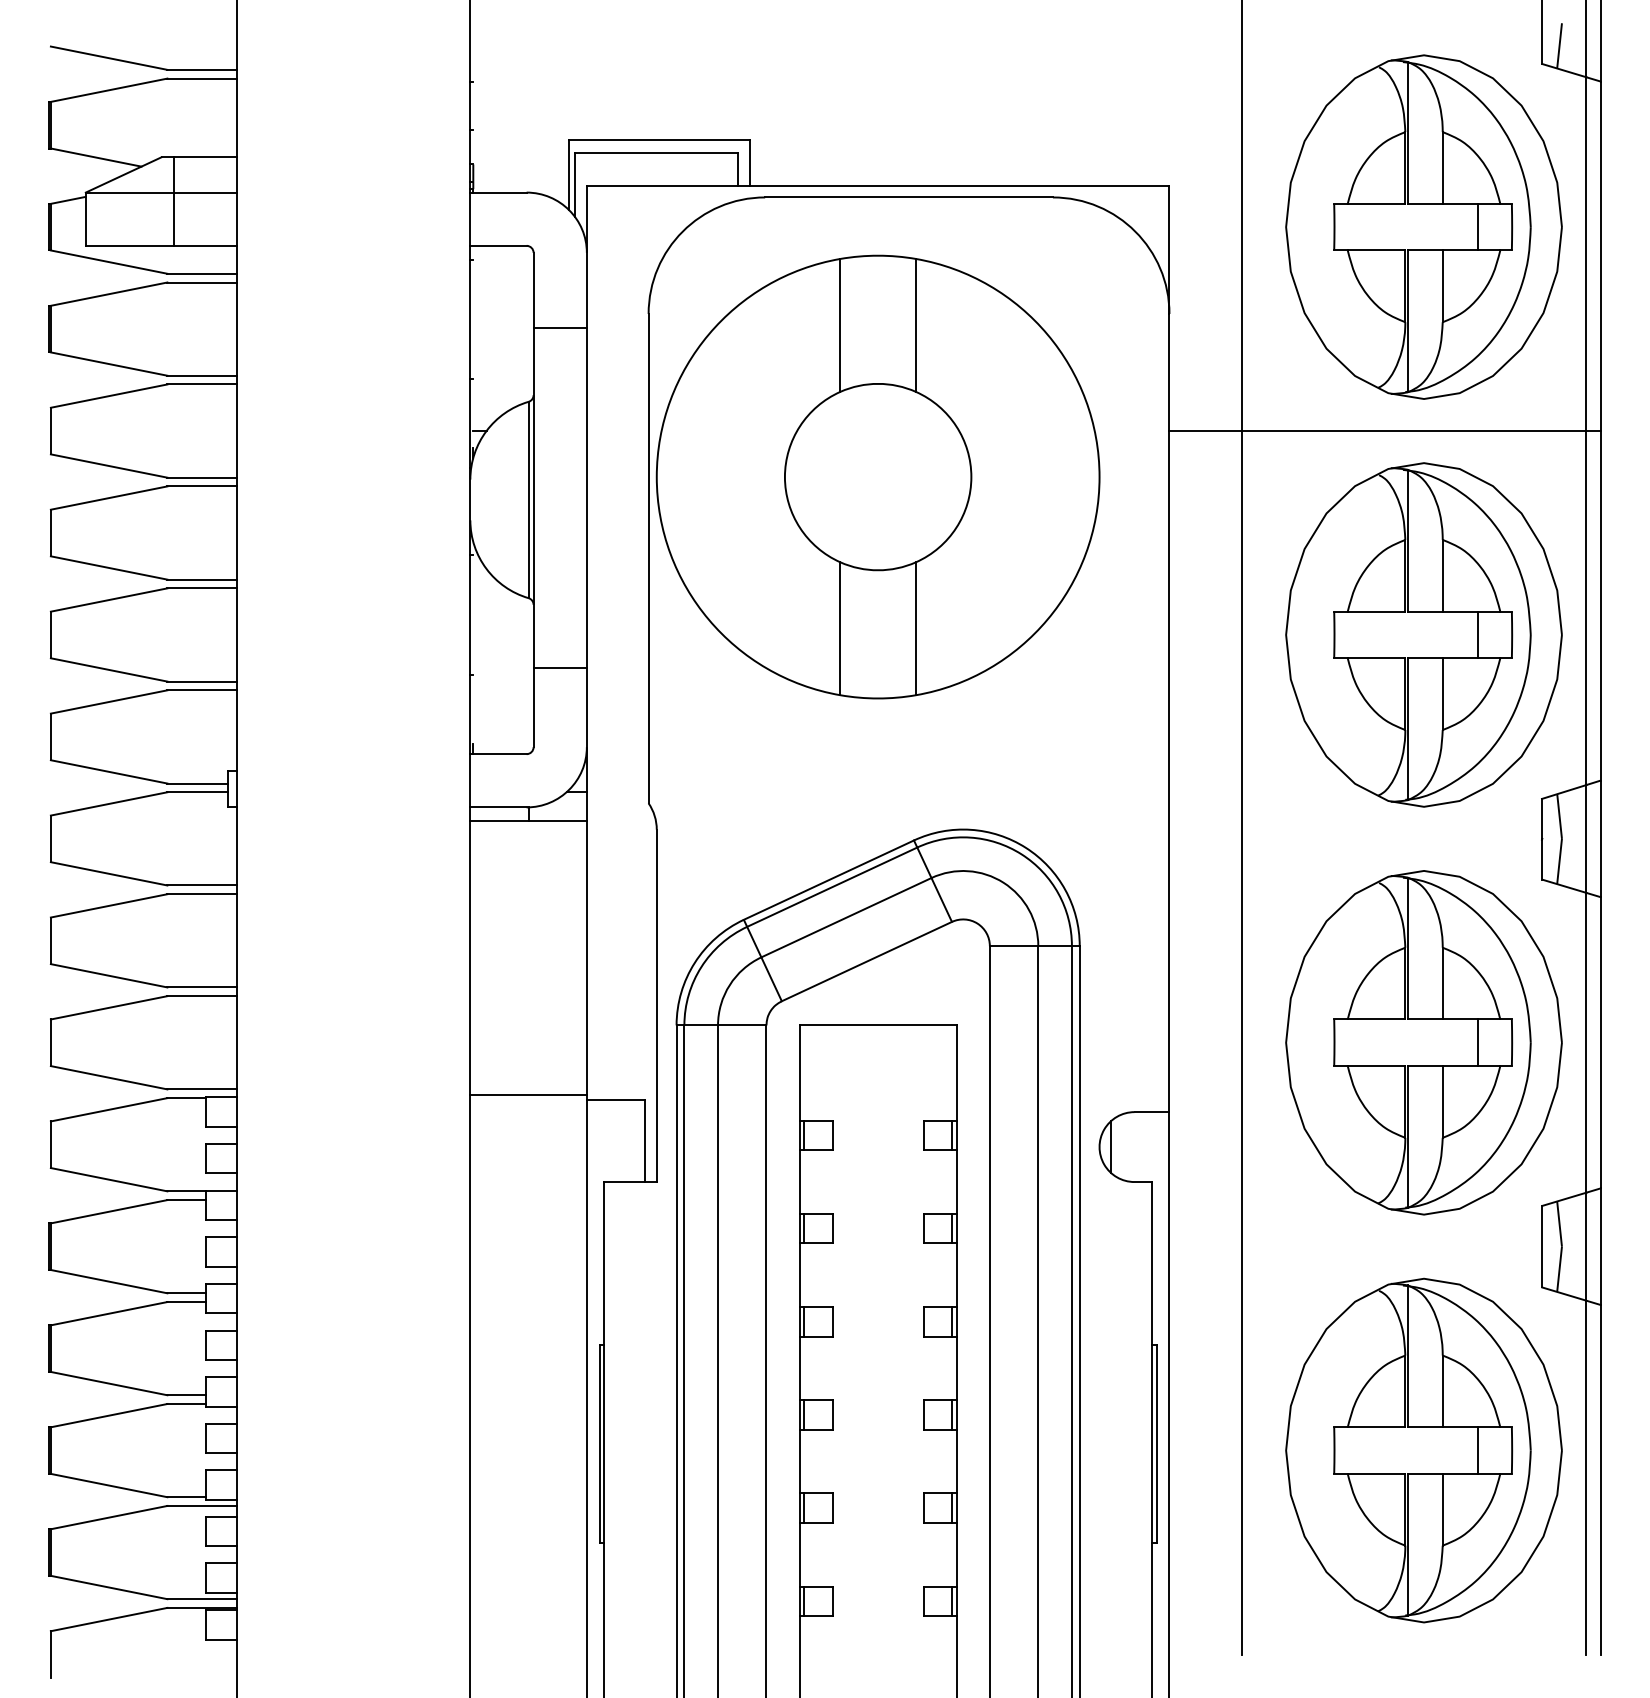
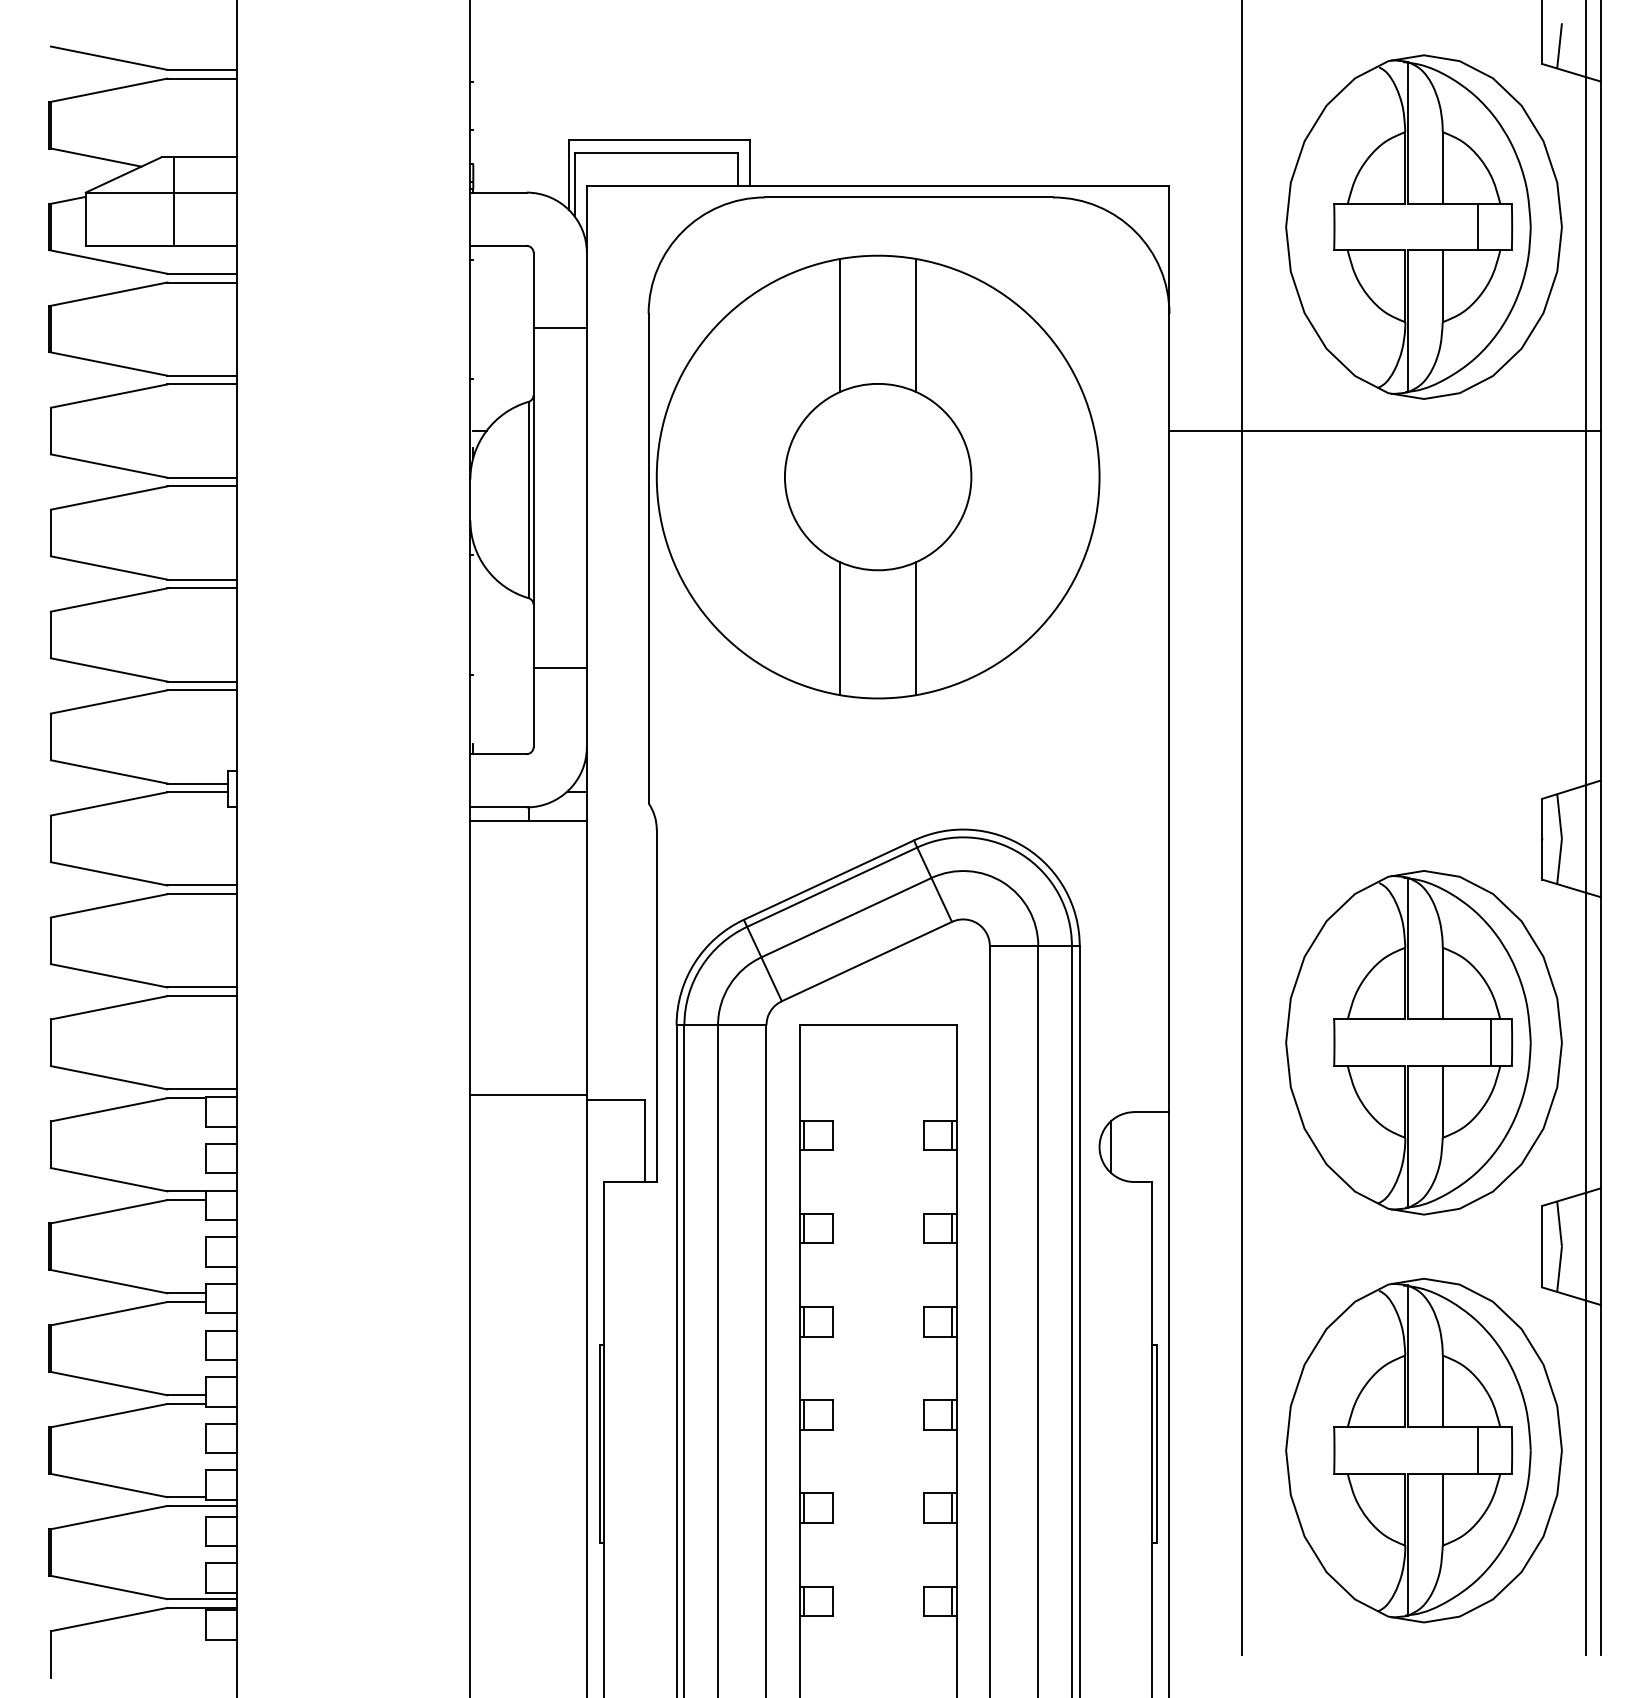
part at (1423, 634): present -> none
line at (1478, 1042) position: (1478, 1042) -> (1491, 1042)
